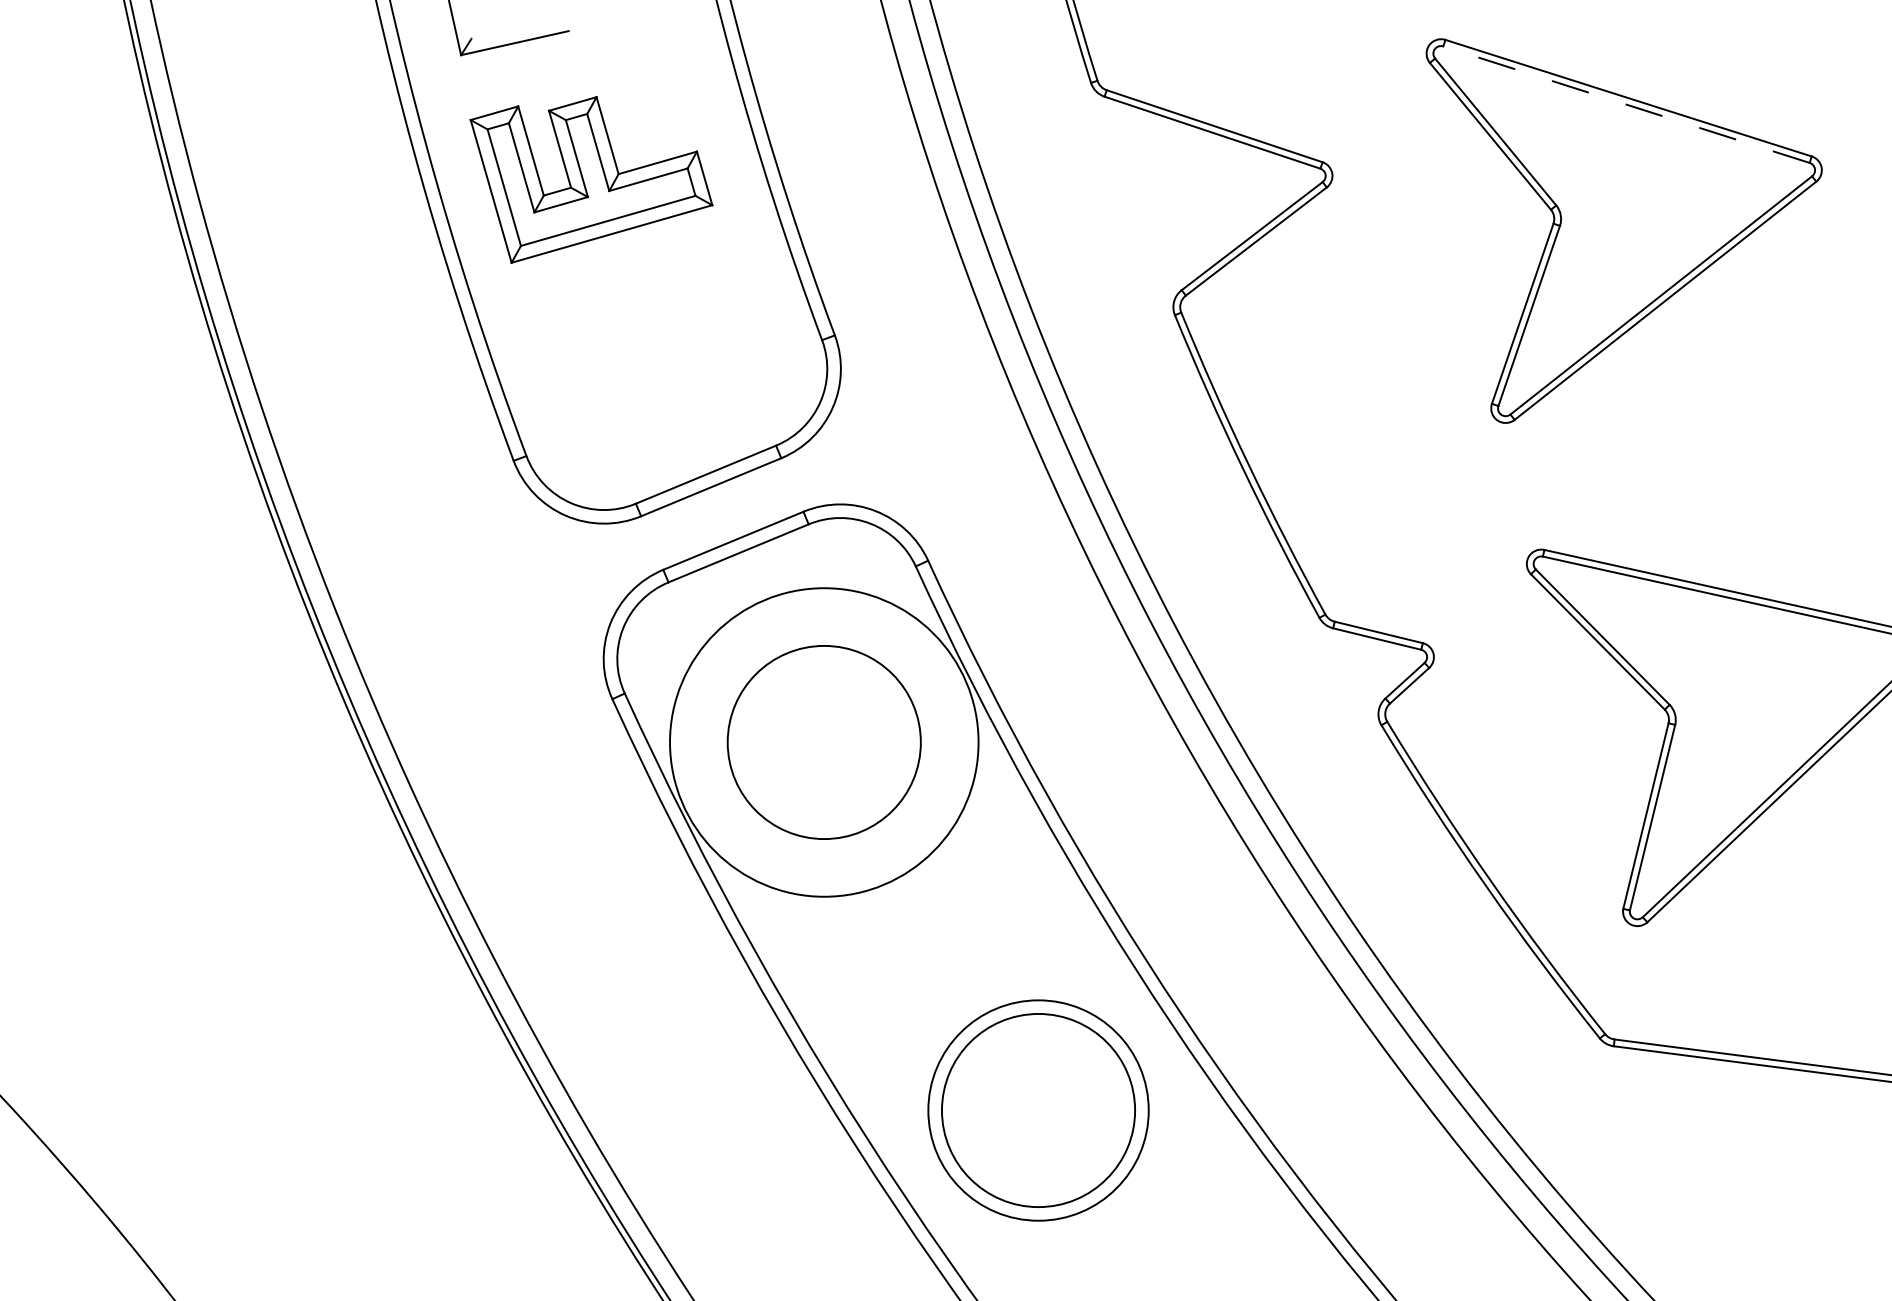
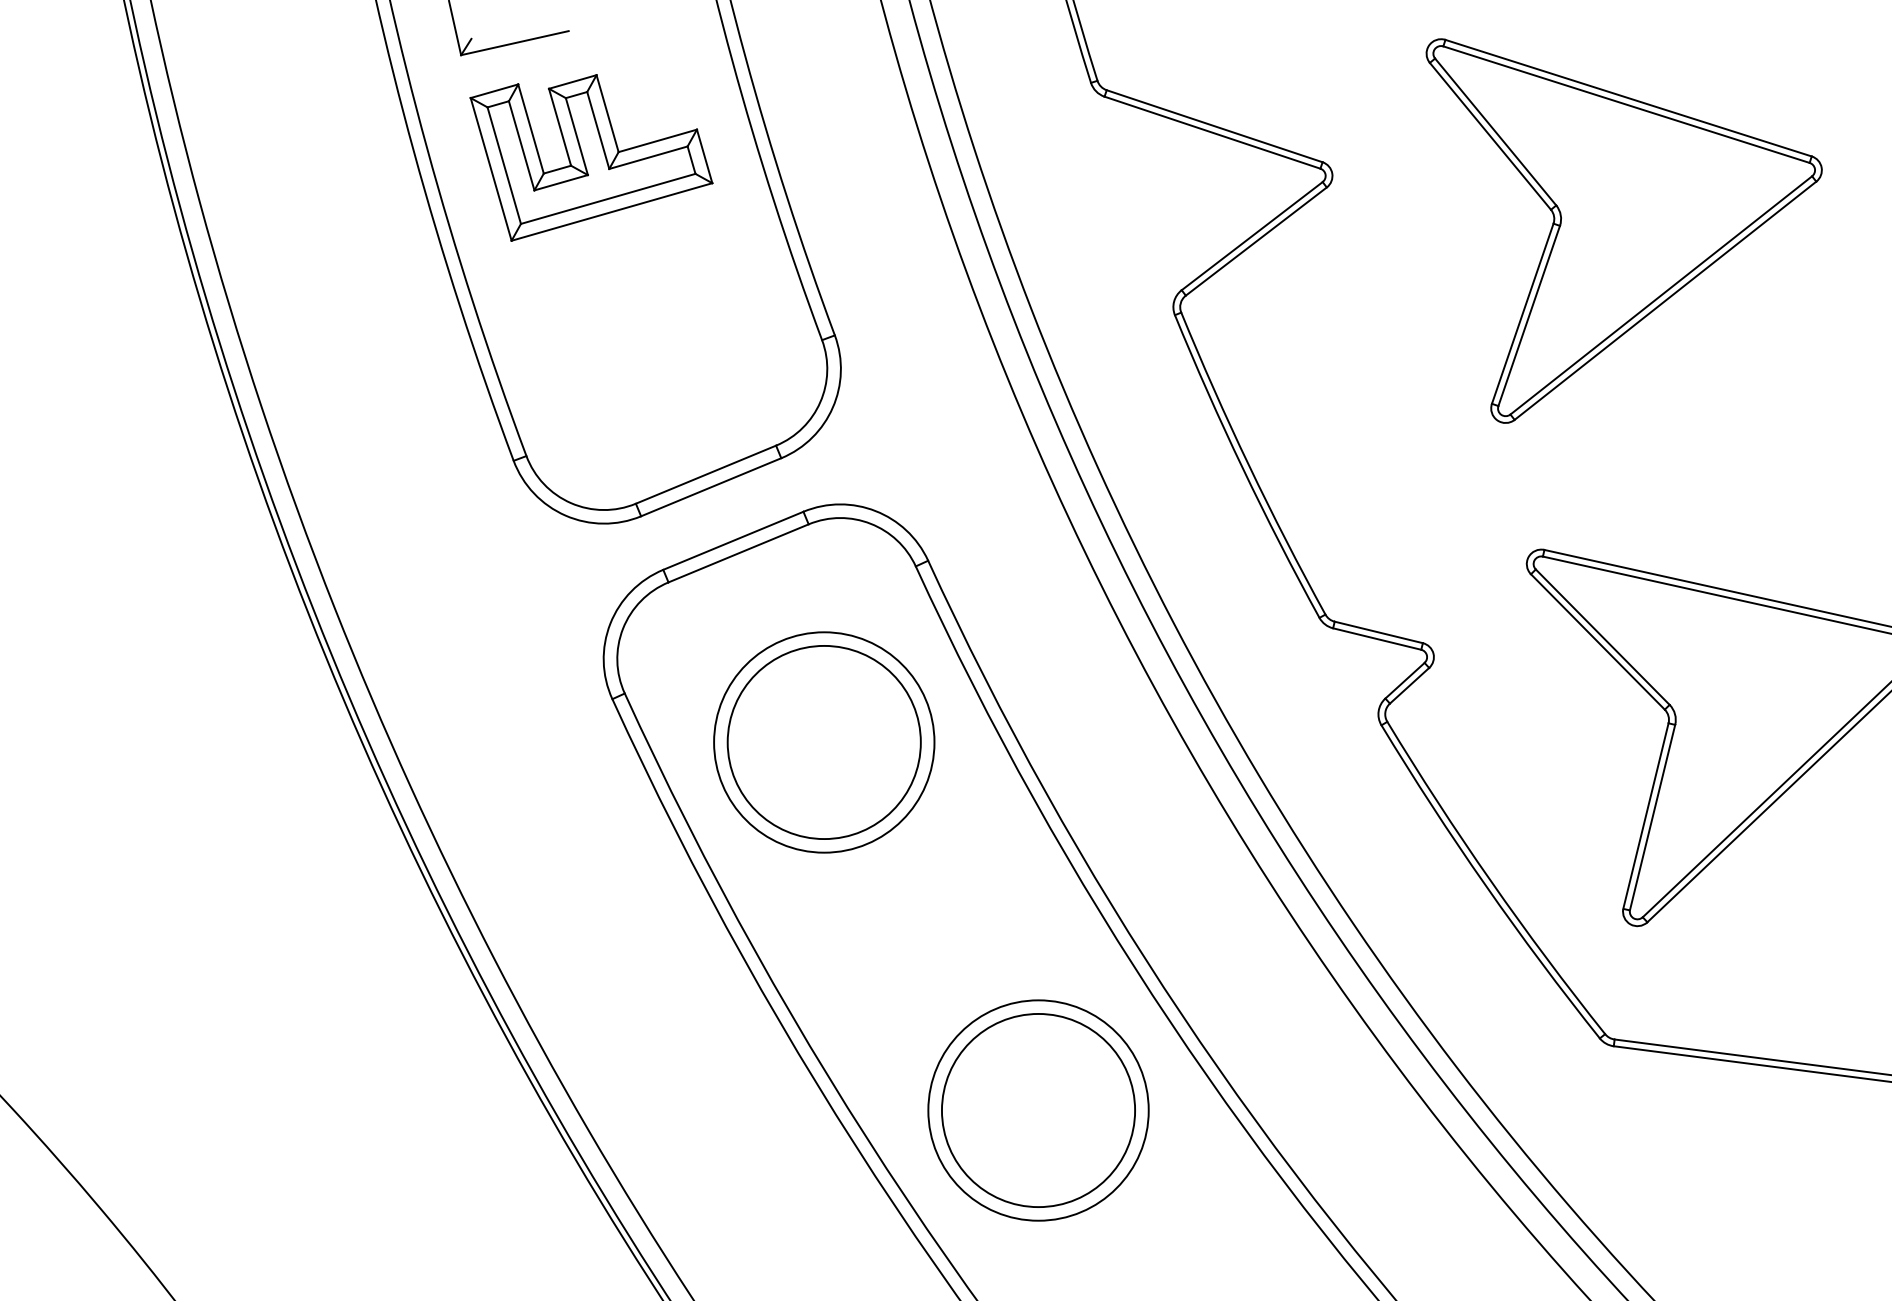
line at (1626, 104): dashed -> solid
part at (591, 179) position: (591, 179) -> (591, 157)
circle at (824, 742) diameter: 309 px -> 220 px
